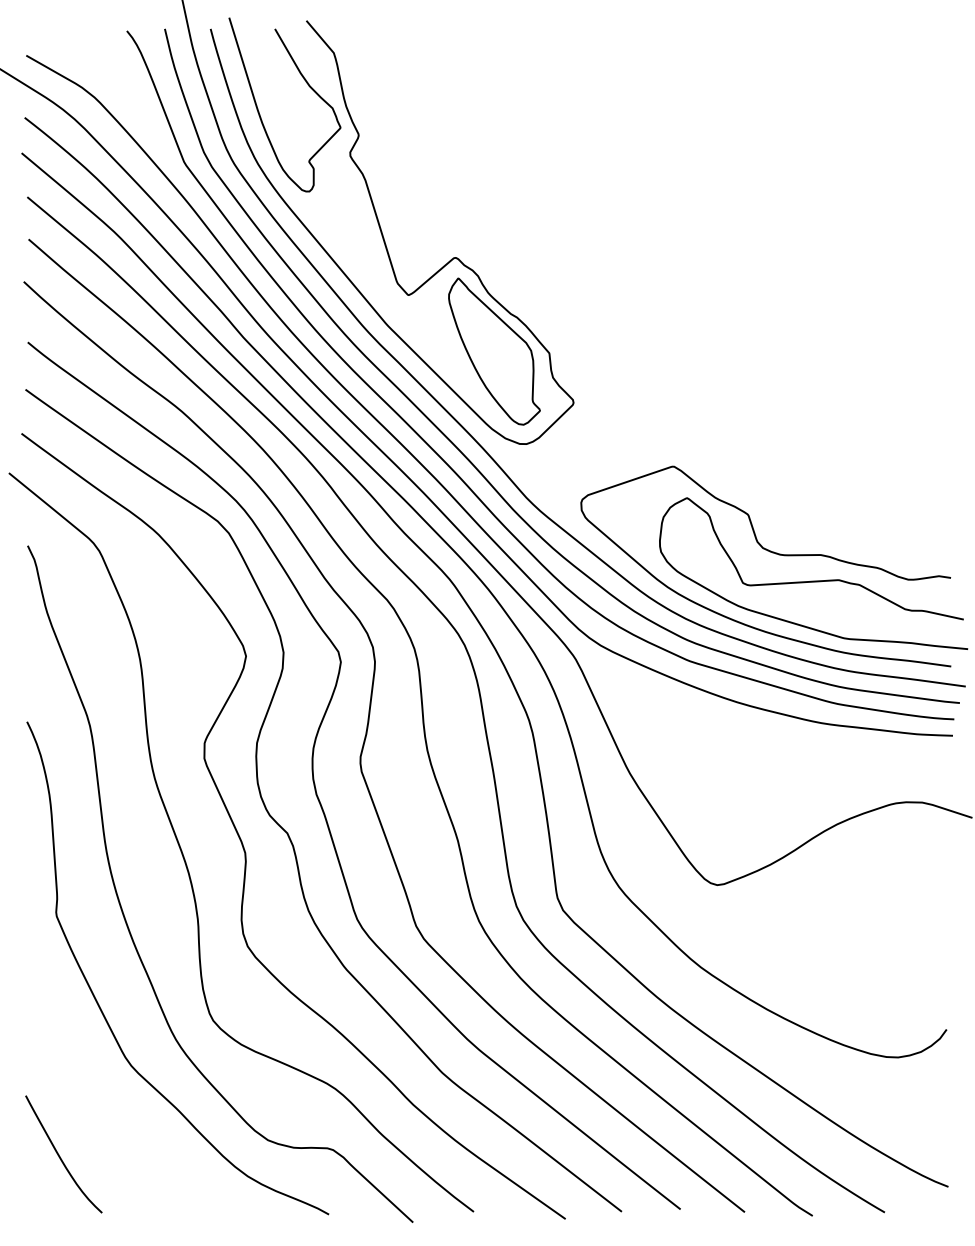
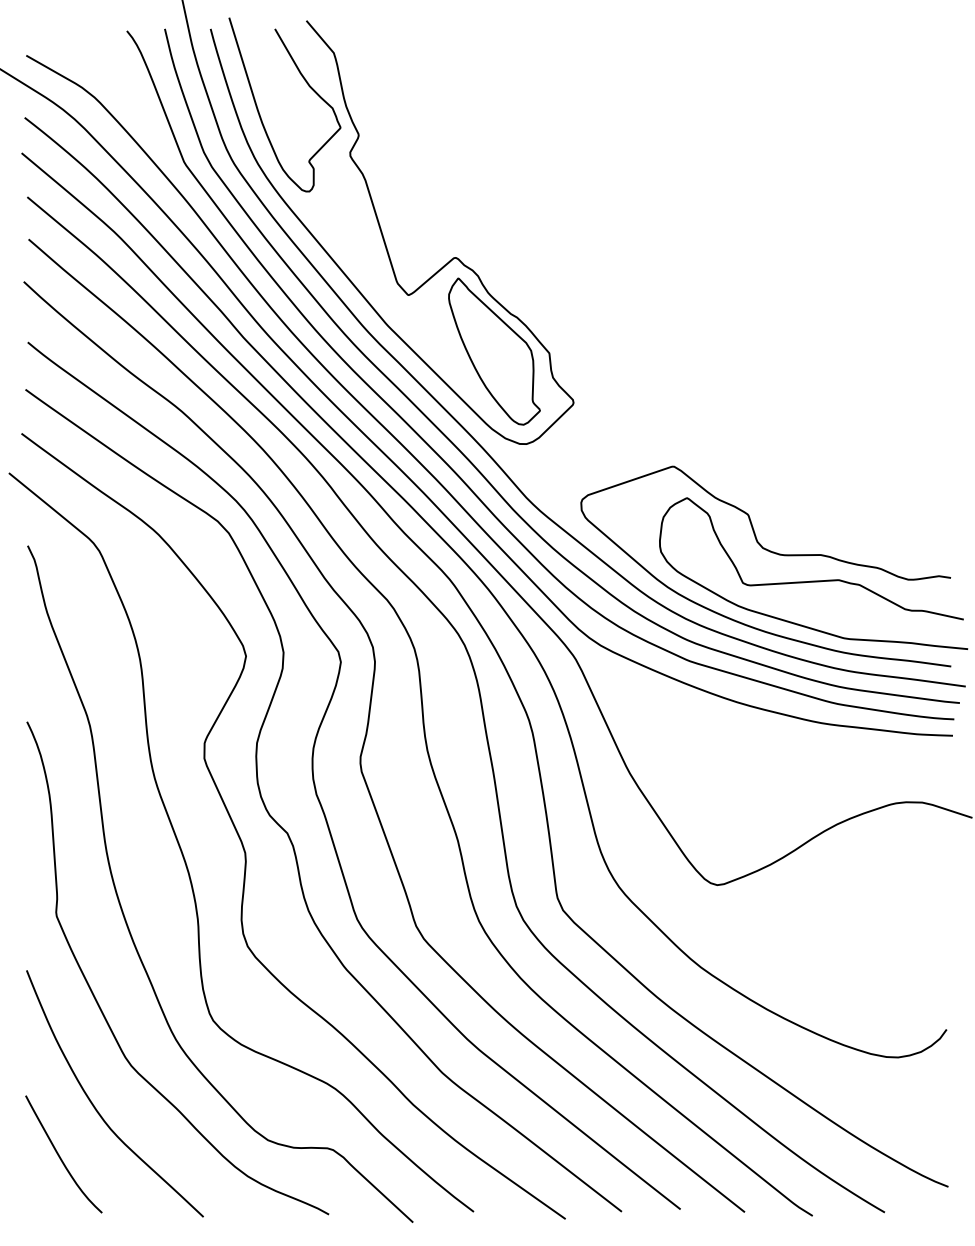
curve at (95, 1106): none -> present
